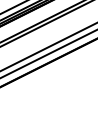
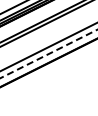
line at (48, 54): solid -> dashed
